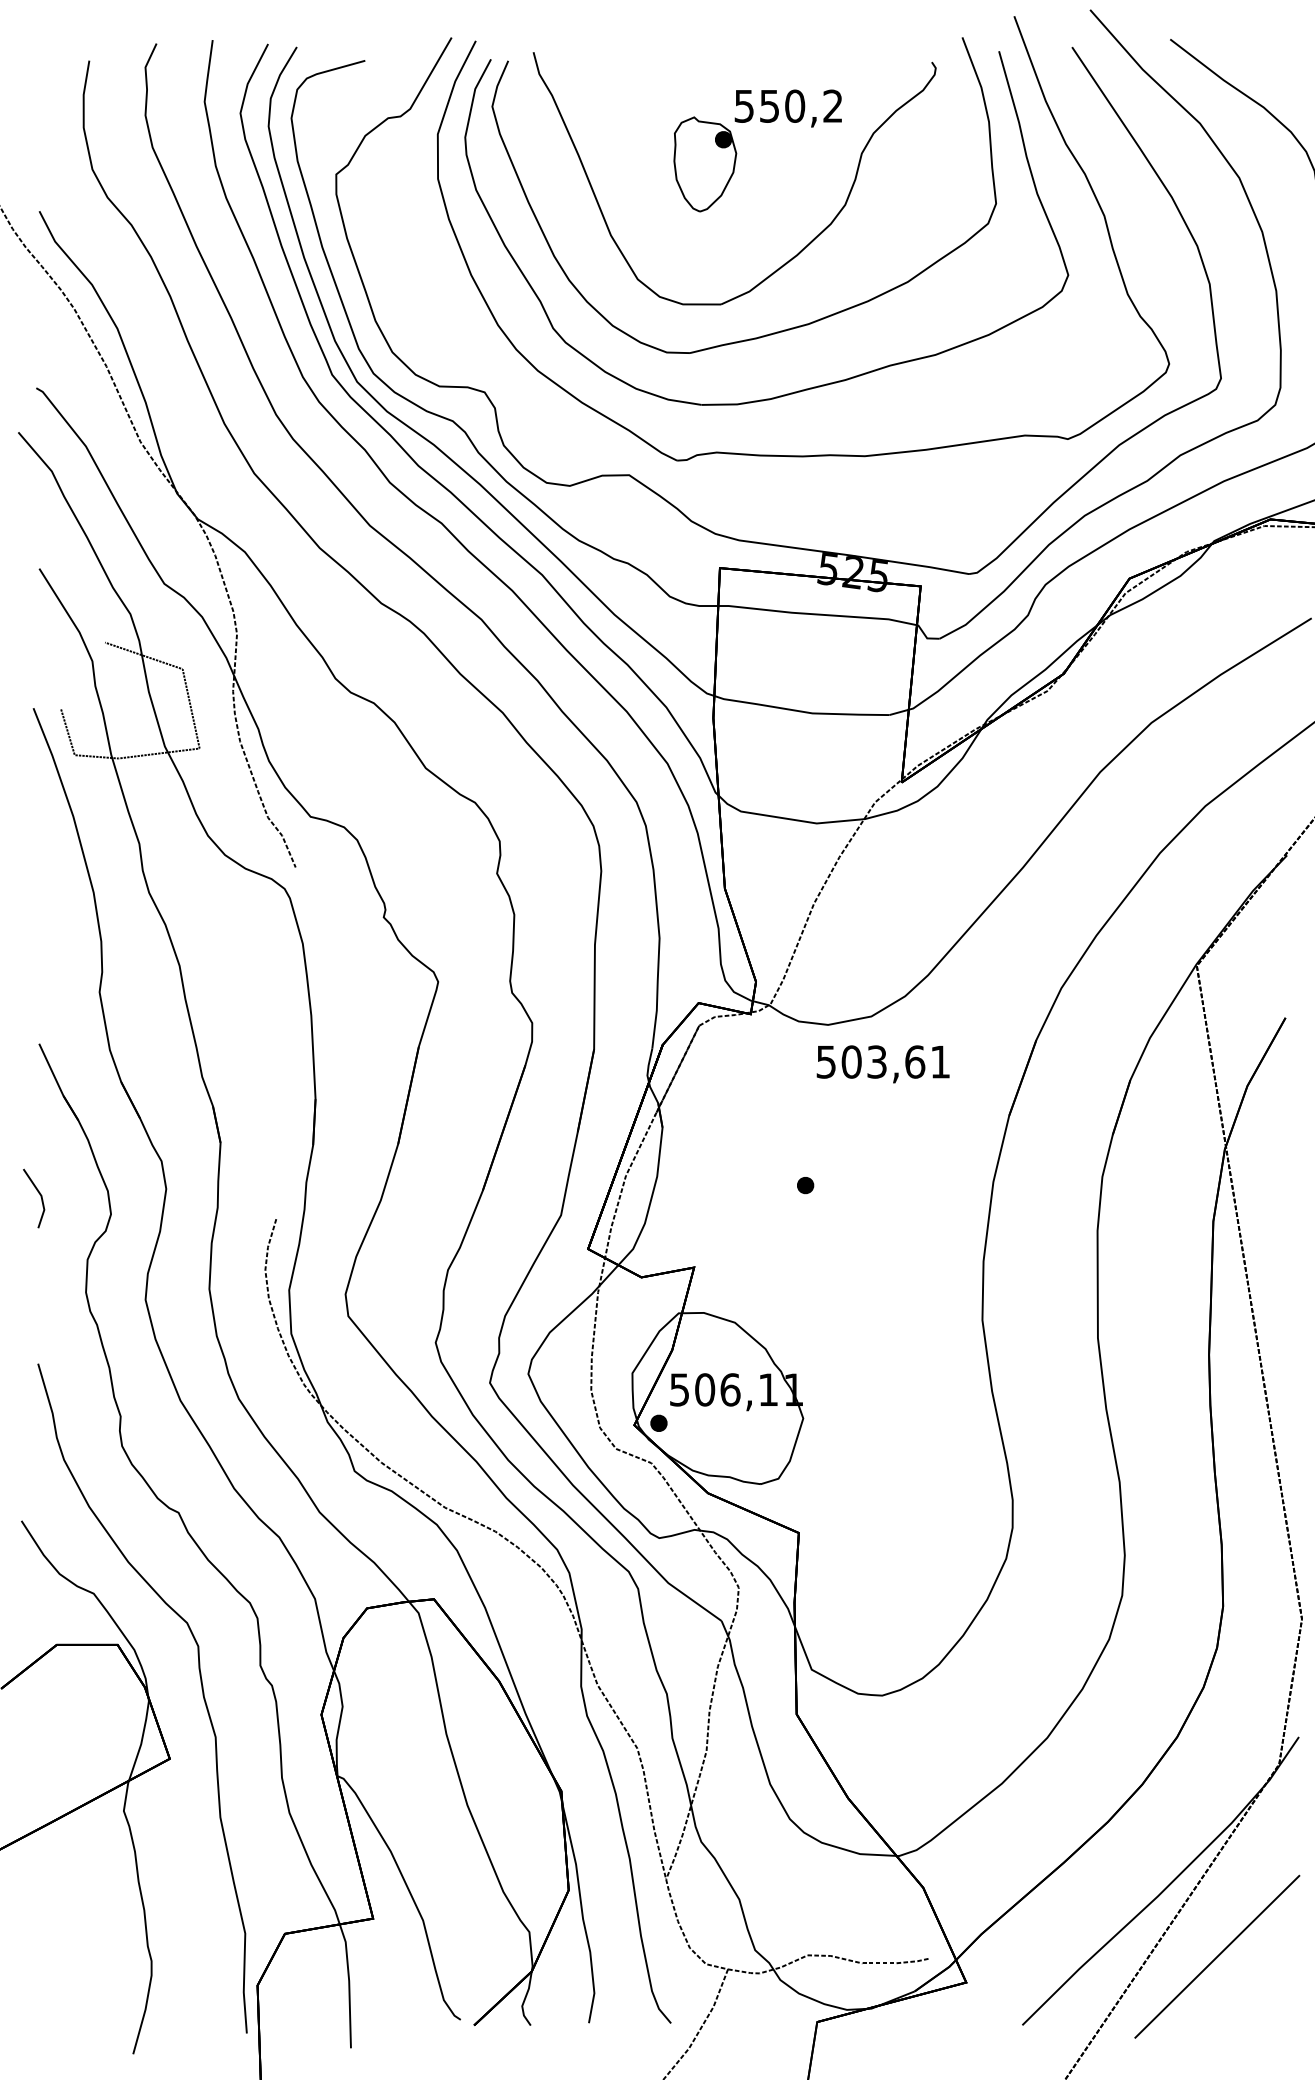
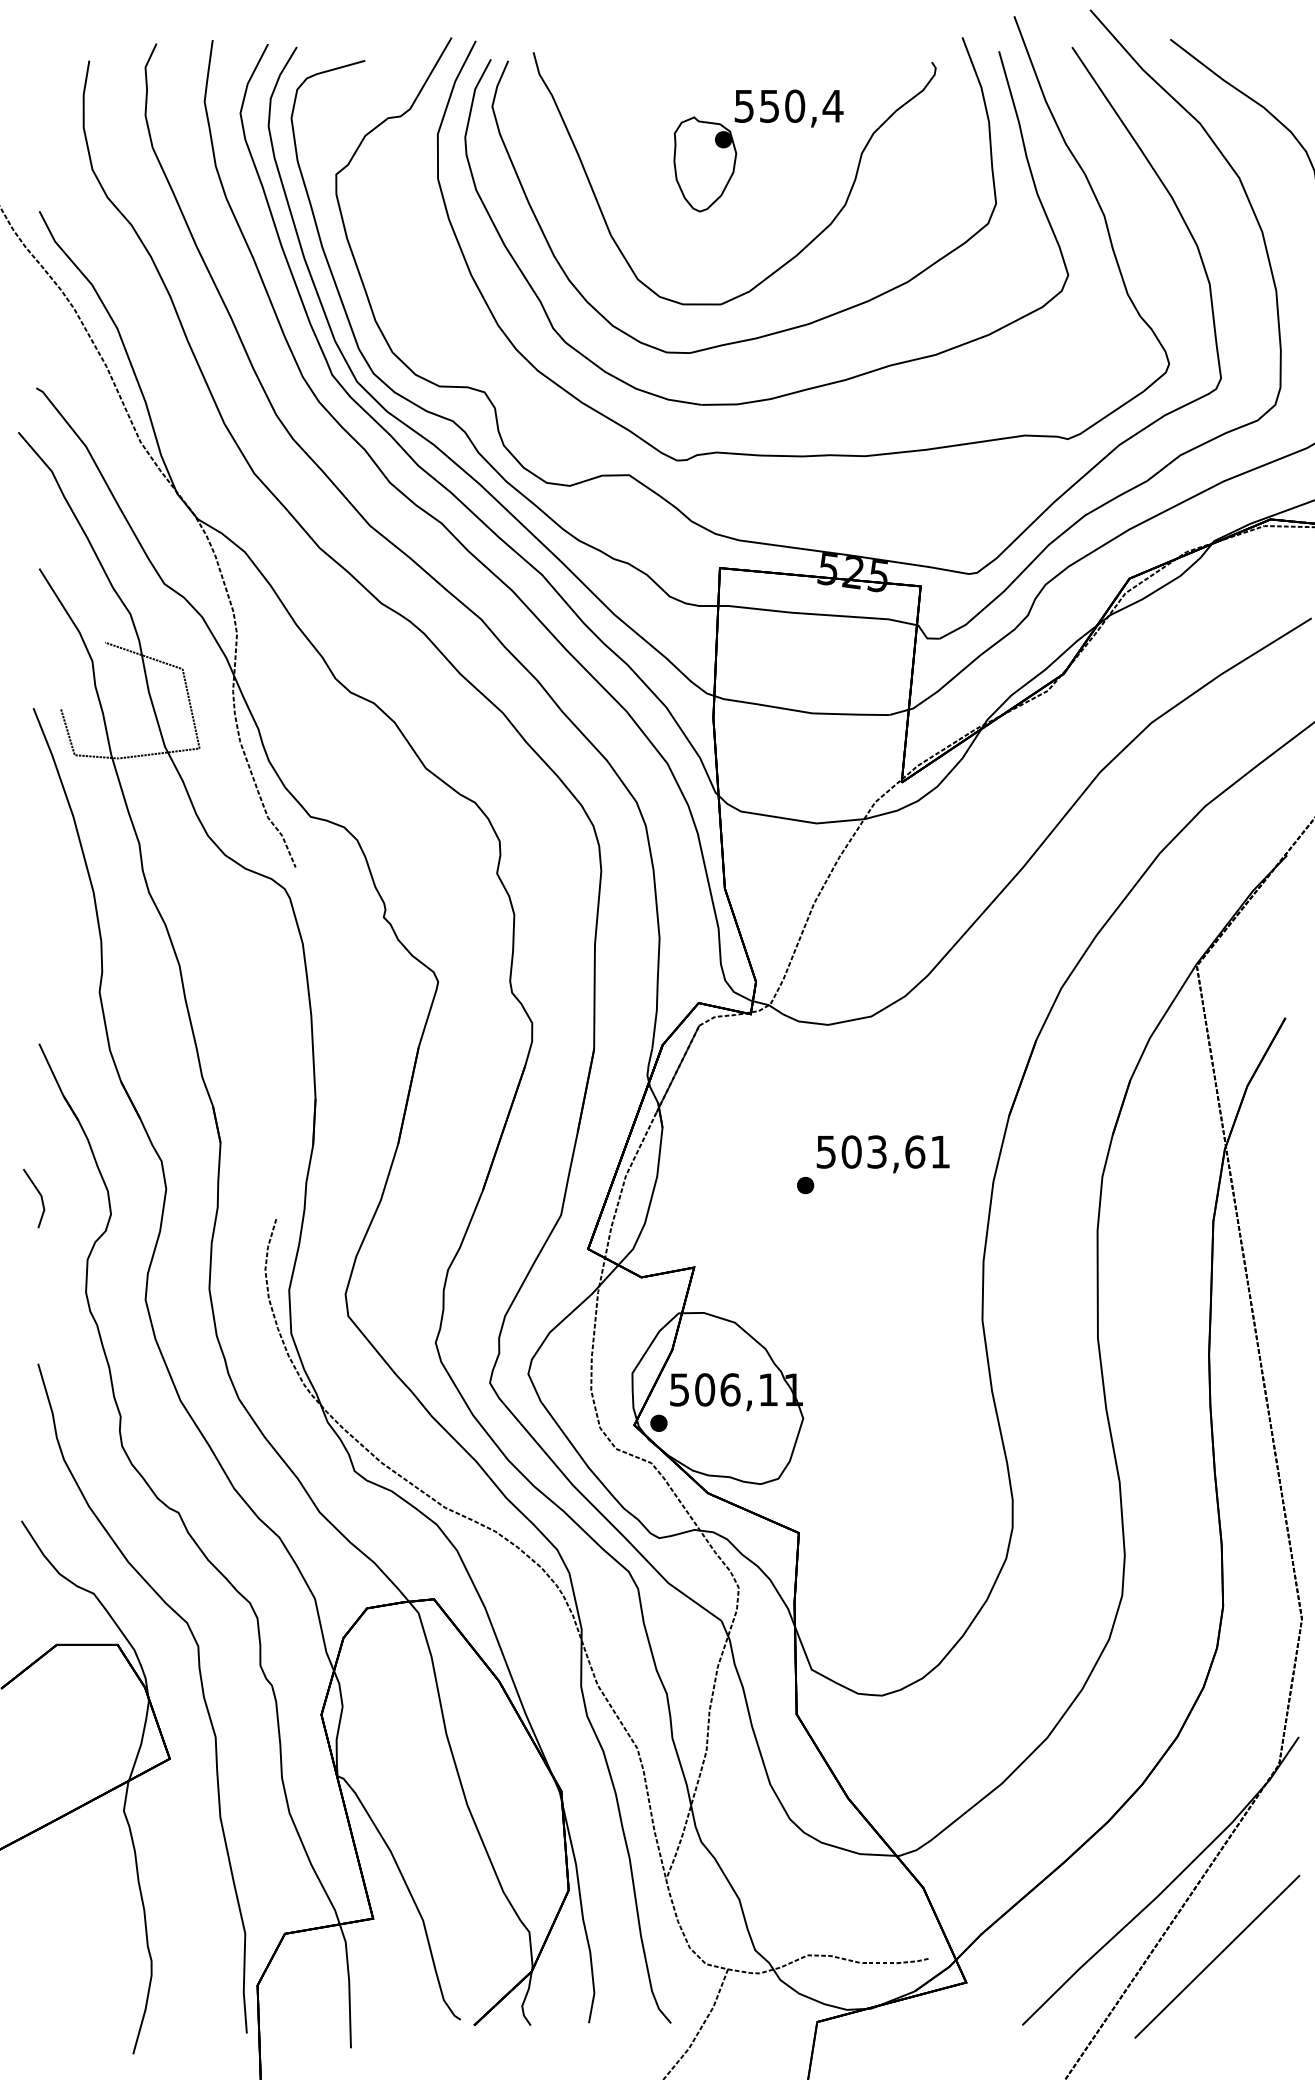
text at (832, 105): 550,2 -> 550,4
text at (882, 1064) position: (882, 1064) -> (882, 1154)
